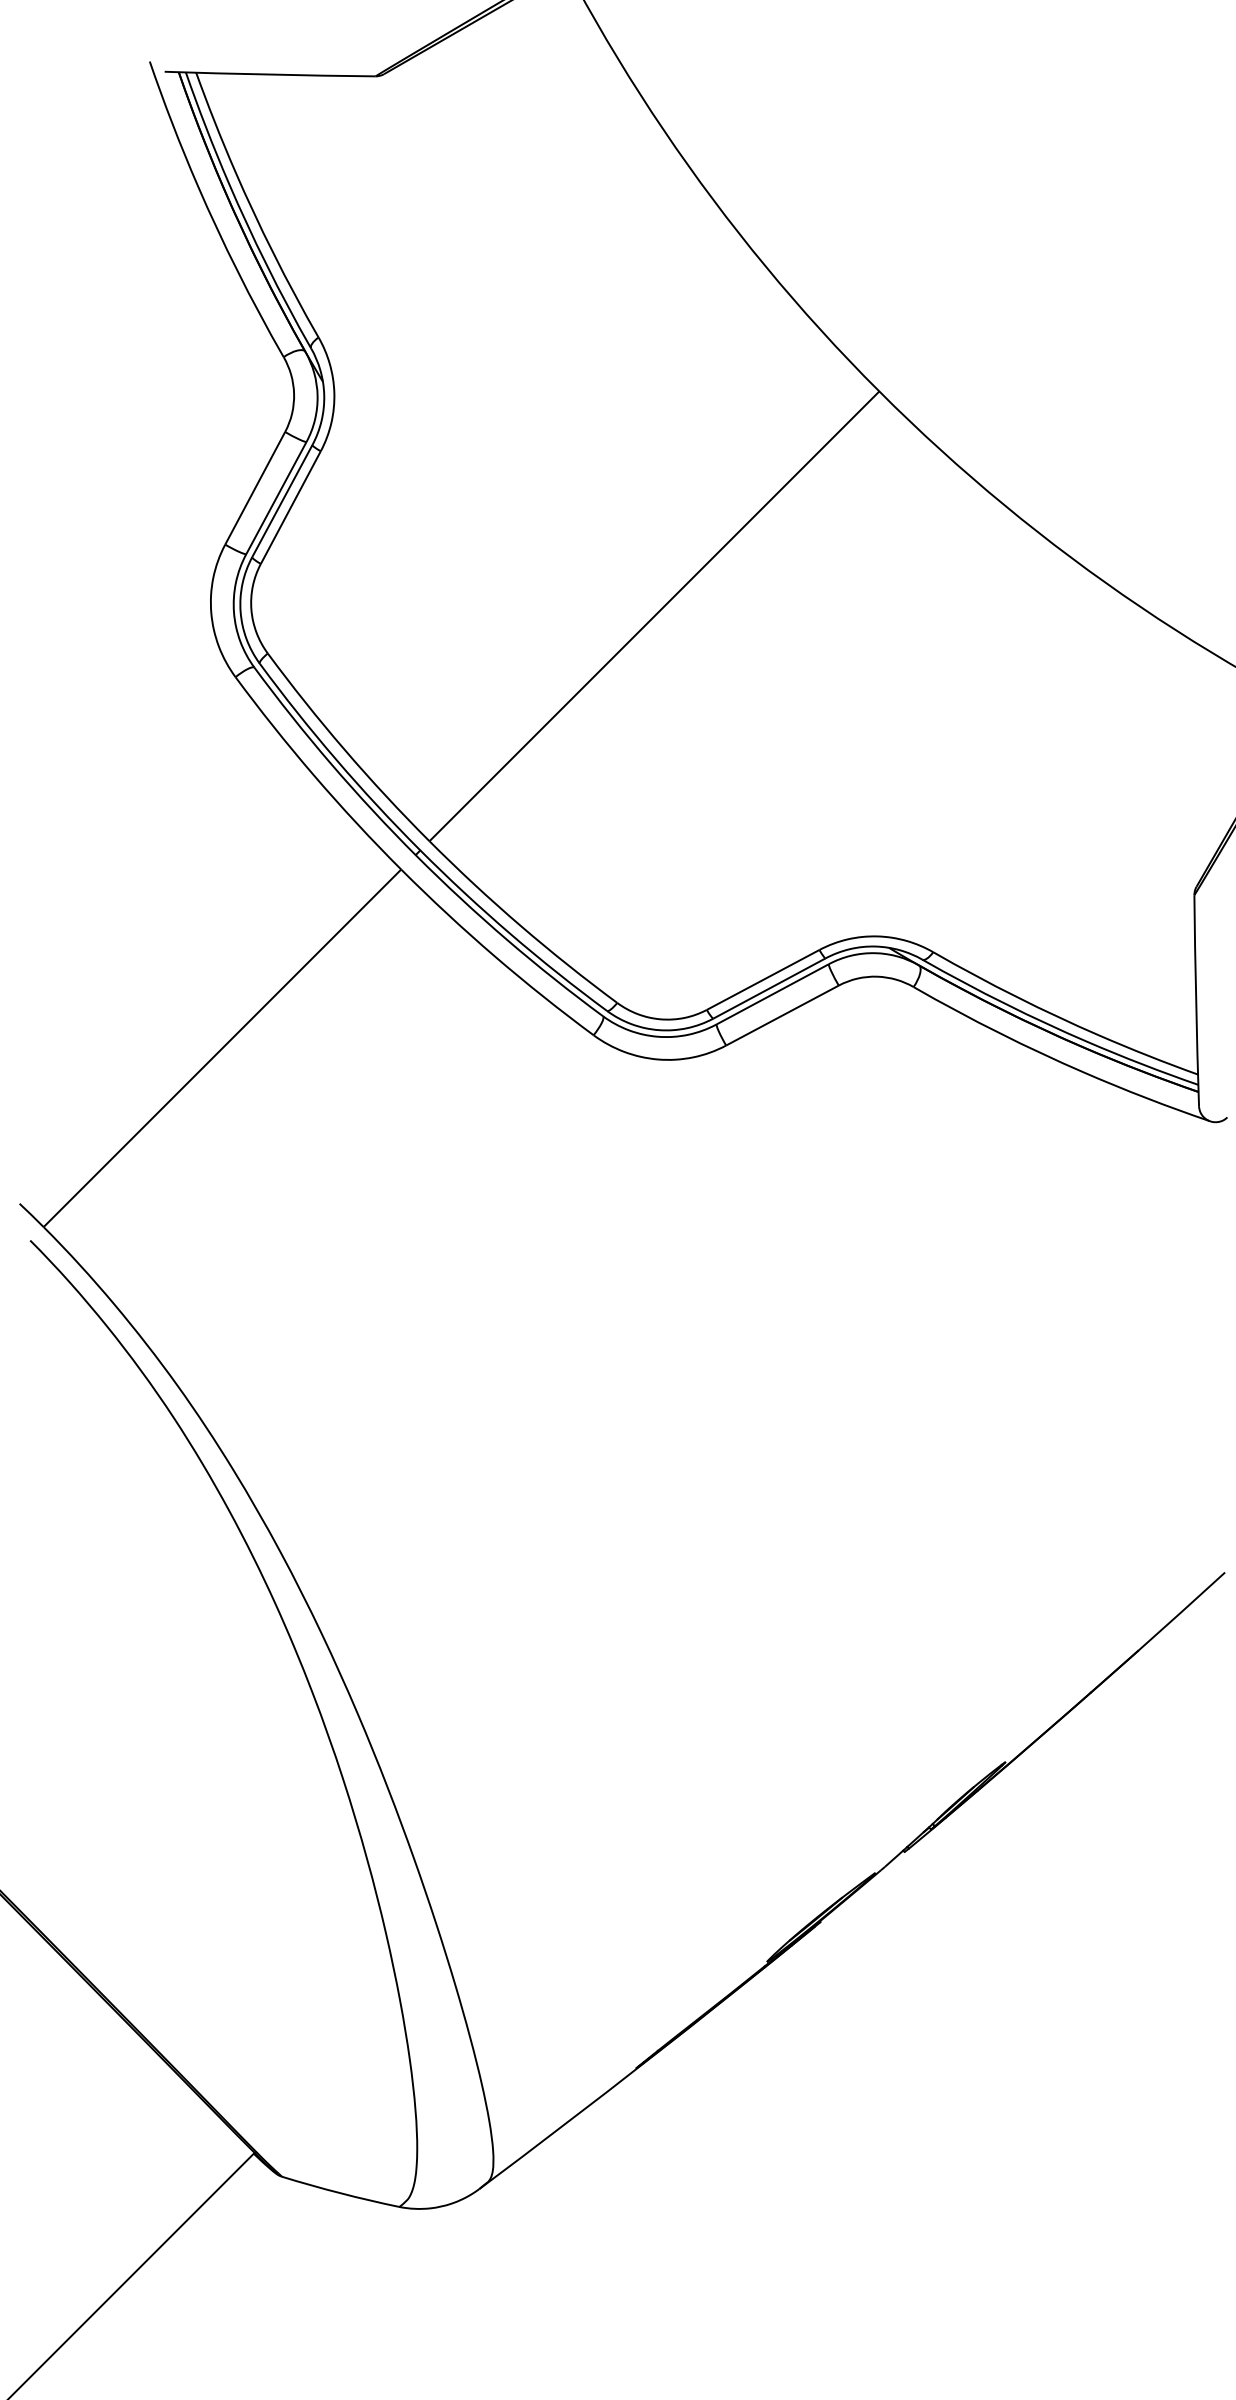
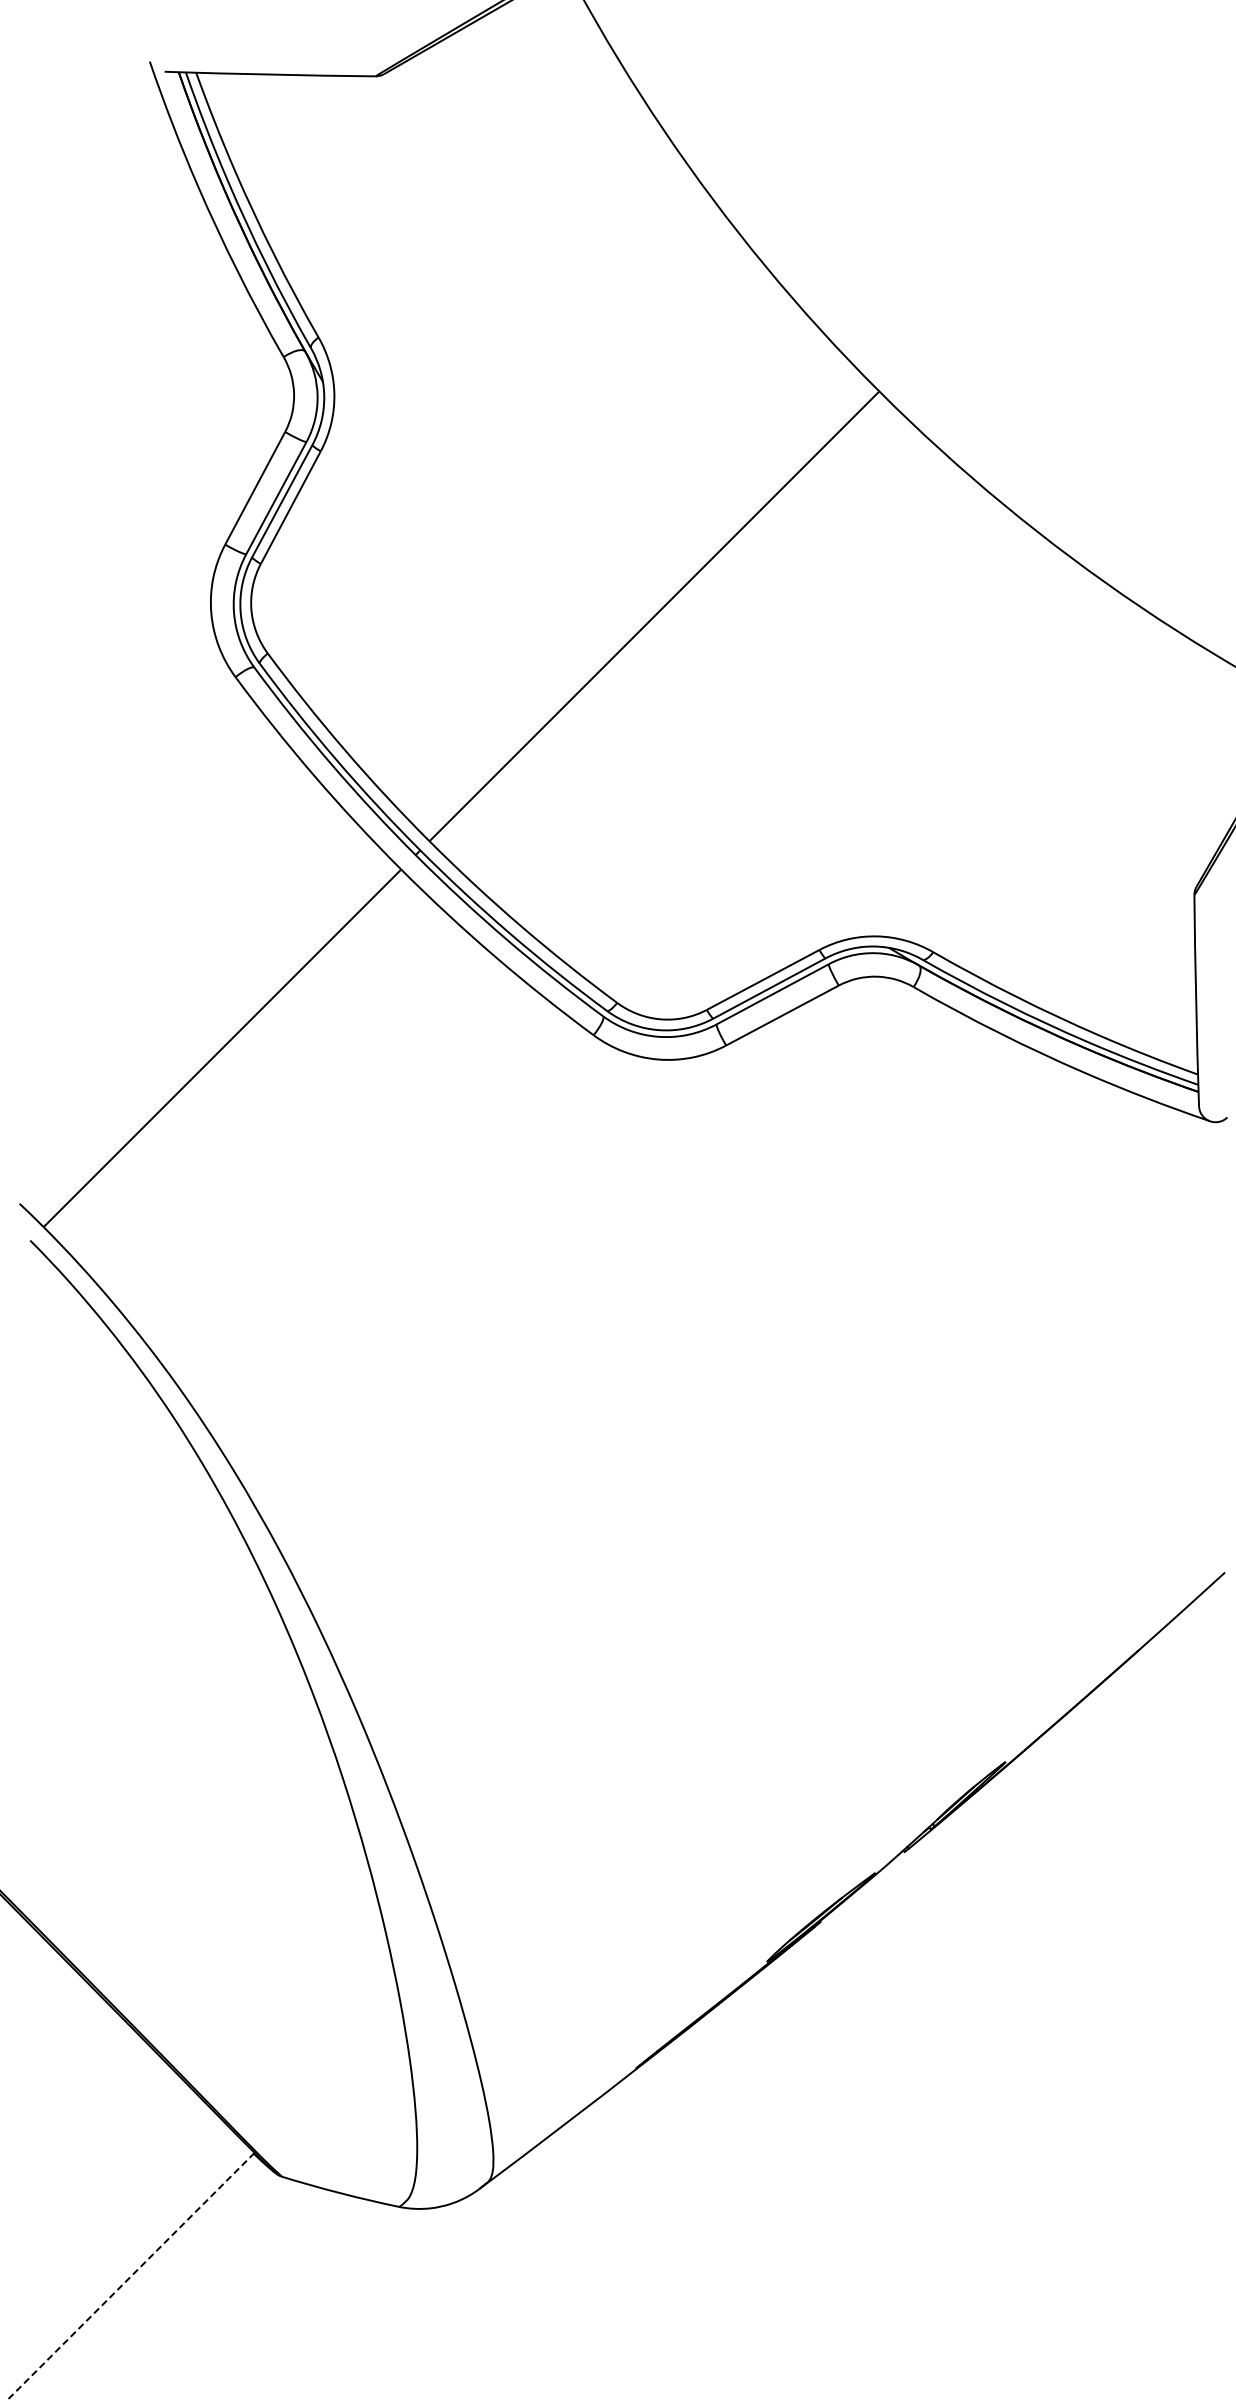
line at (131, 2276): solid -> dashed
